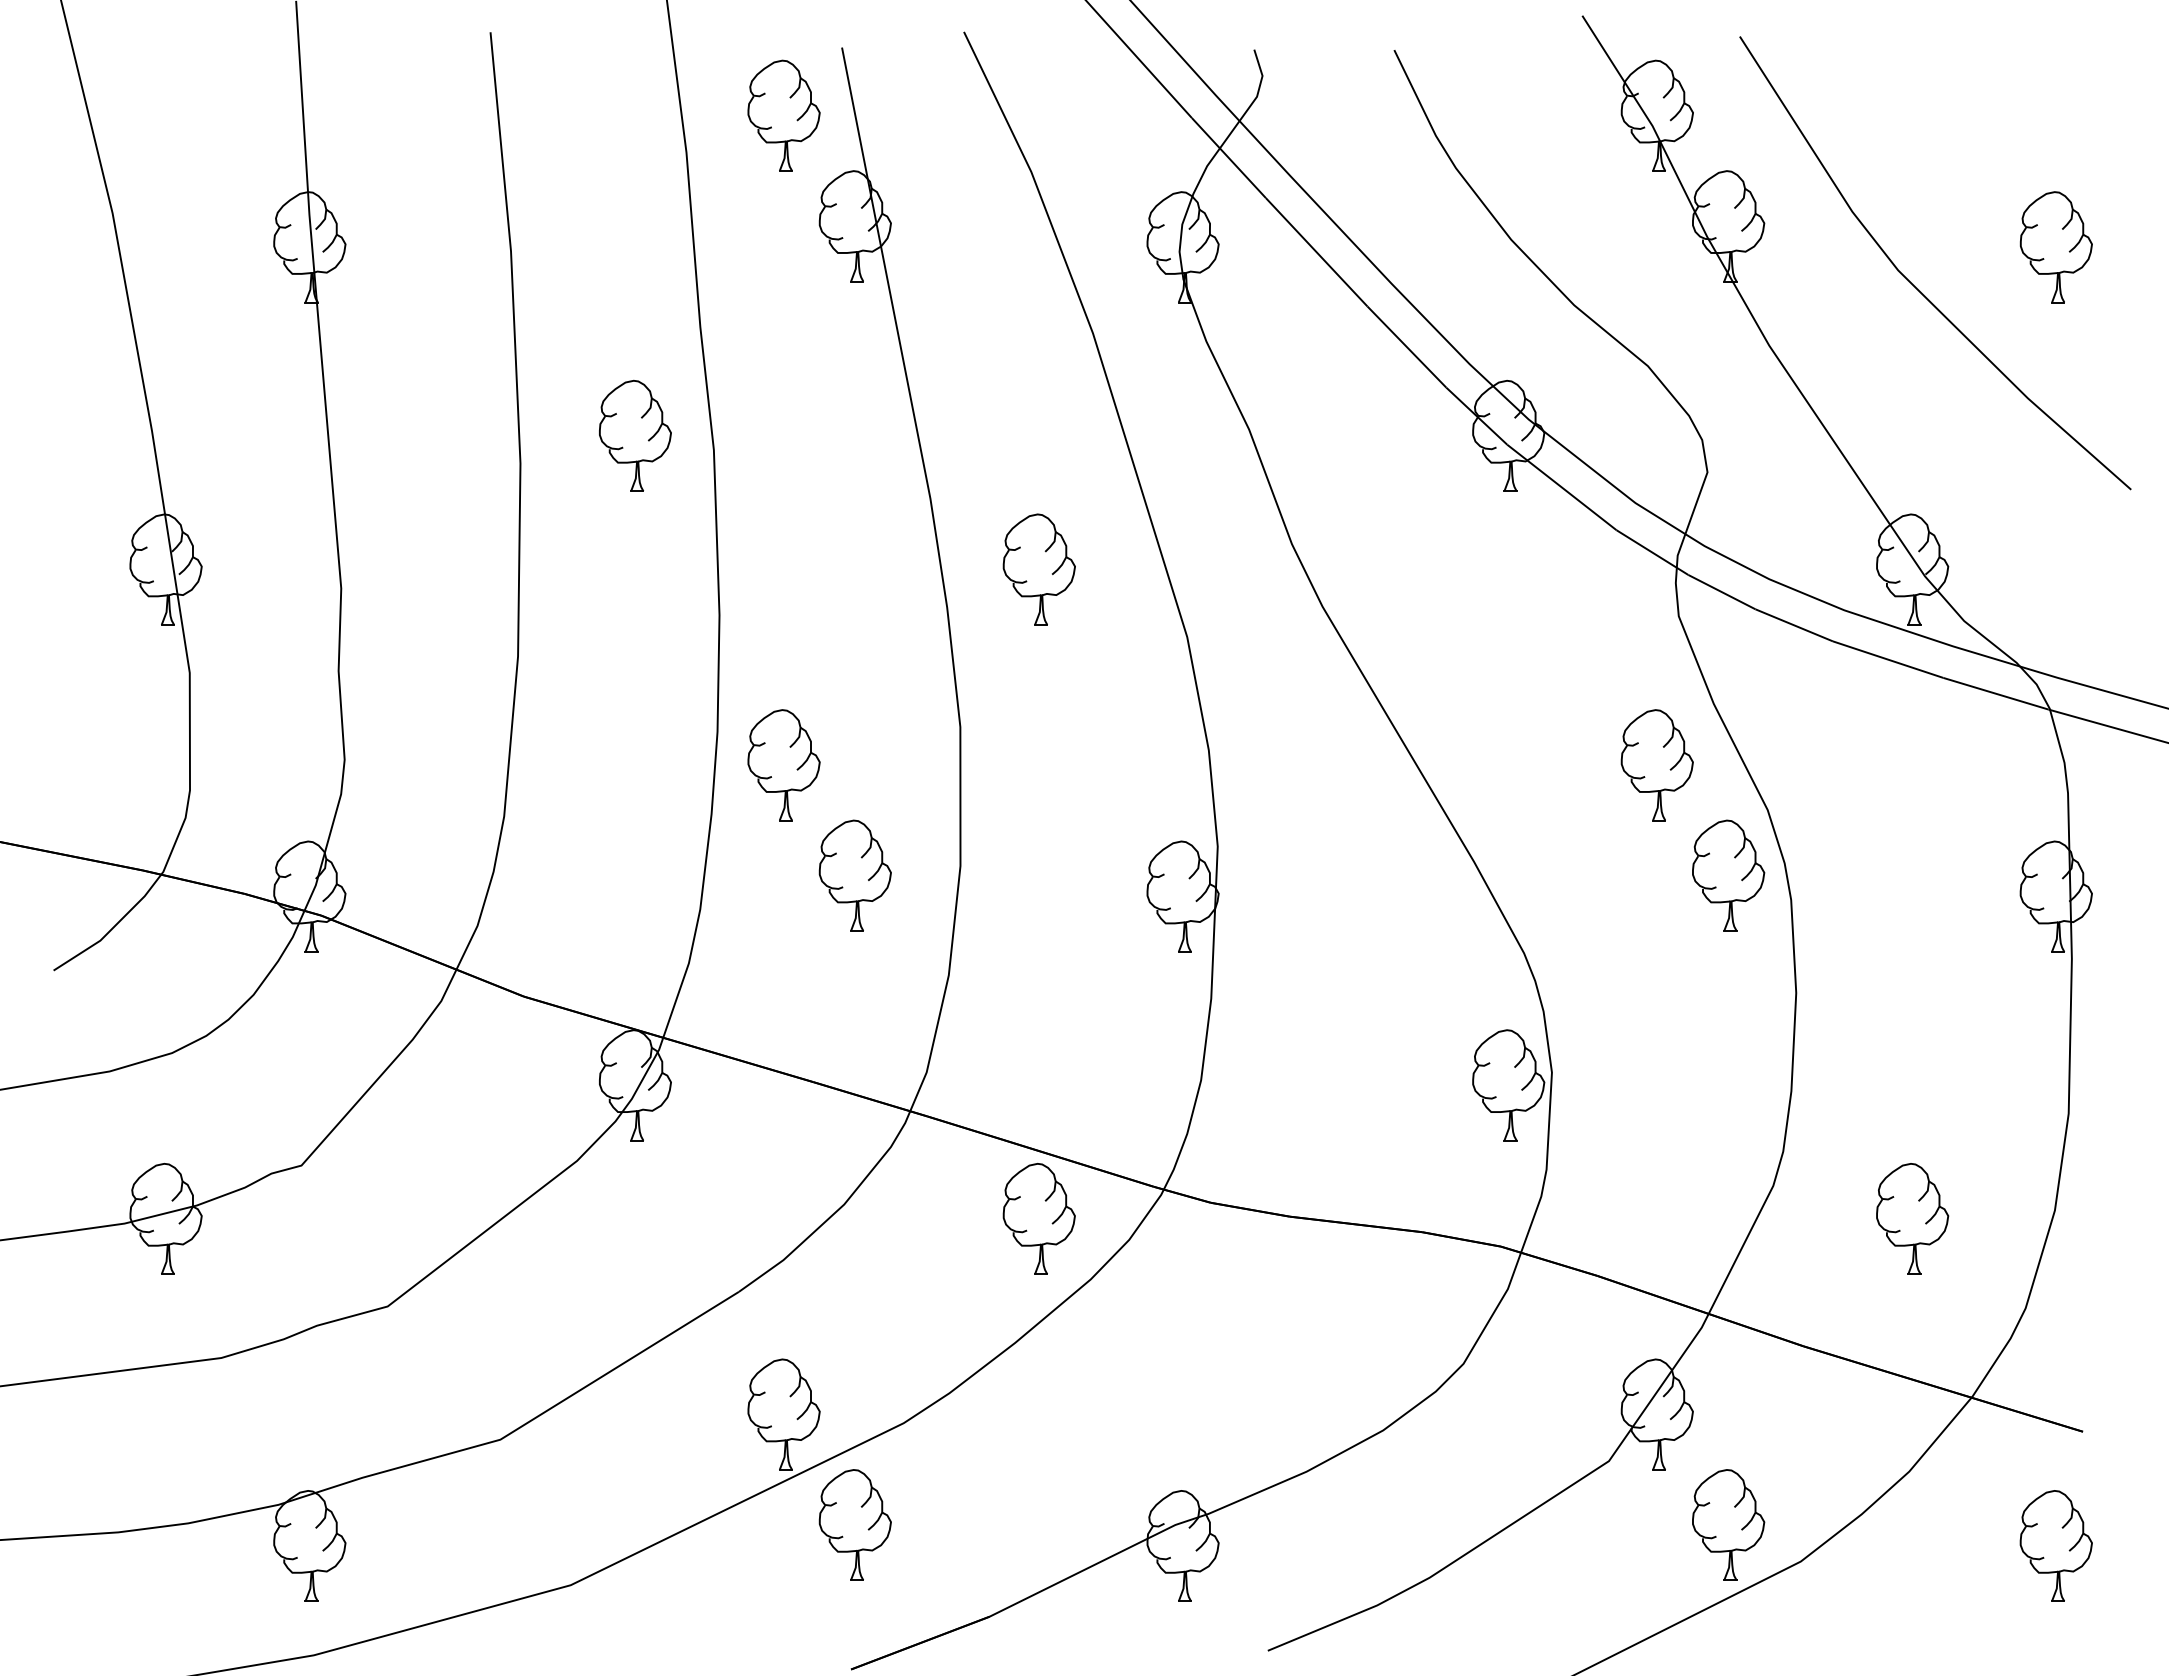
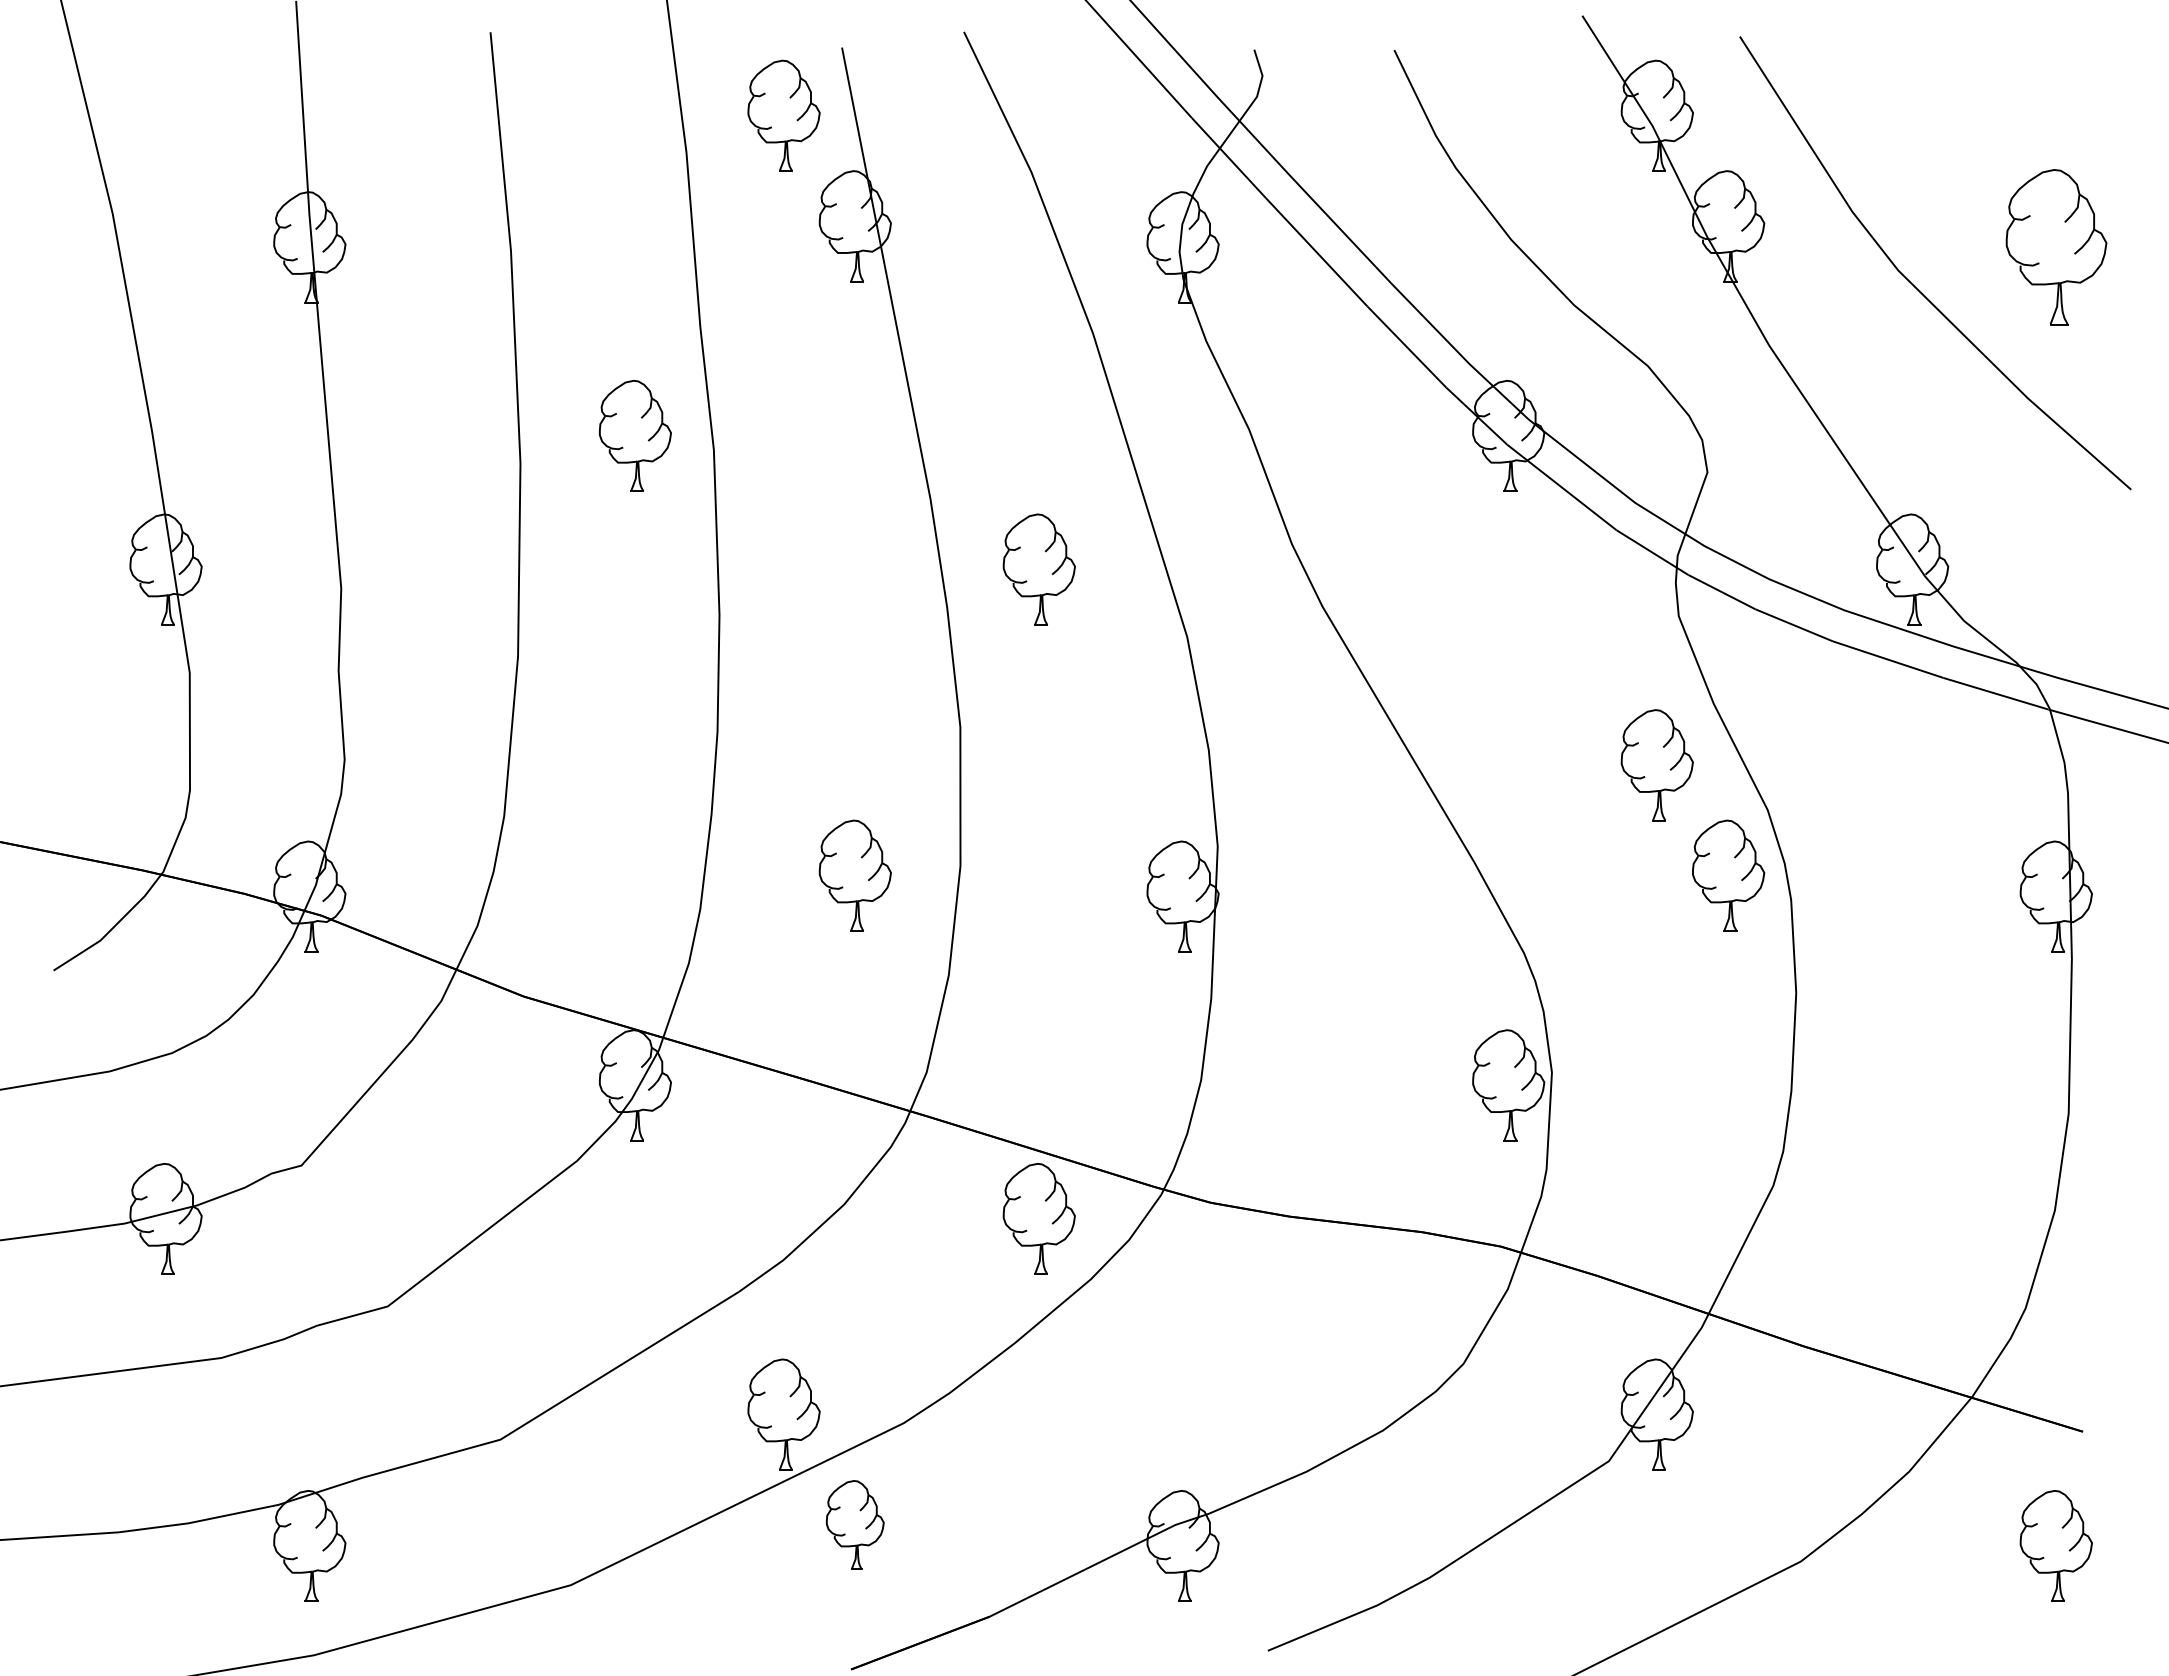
part at (2055, 247) size: 74x113 px -> 103x157 px
part at (783, 765): present -> none
part at (1912, 1218): present -> none
part at (854, 1524) size: 74x112 px -> 59x90 px
part at (1728, 1524): present -> none
